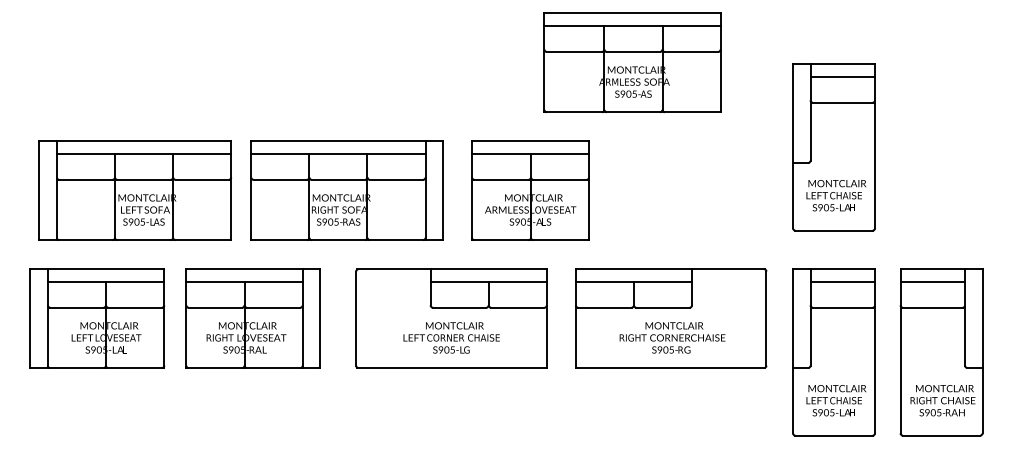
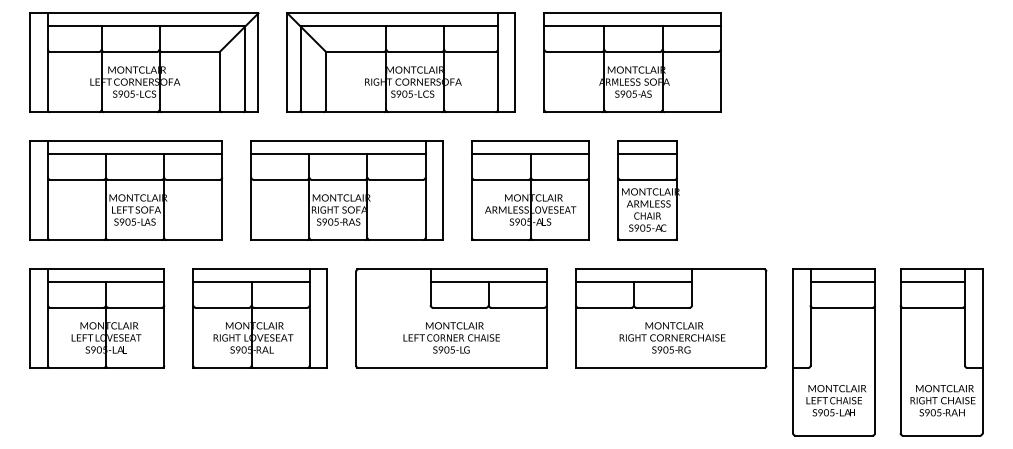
part at (144, 62): none -> present
part at (400, 62): none -> present
part at (833, 147): present -> none
part at (134, 190) position: (134, 190) -> (125, 190)
part at (648, 190): none -> present
part at (252, 318) position: (252, 318) -> (259, 318)
